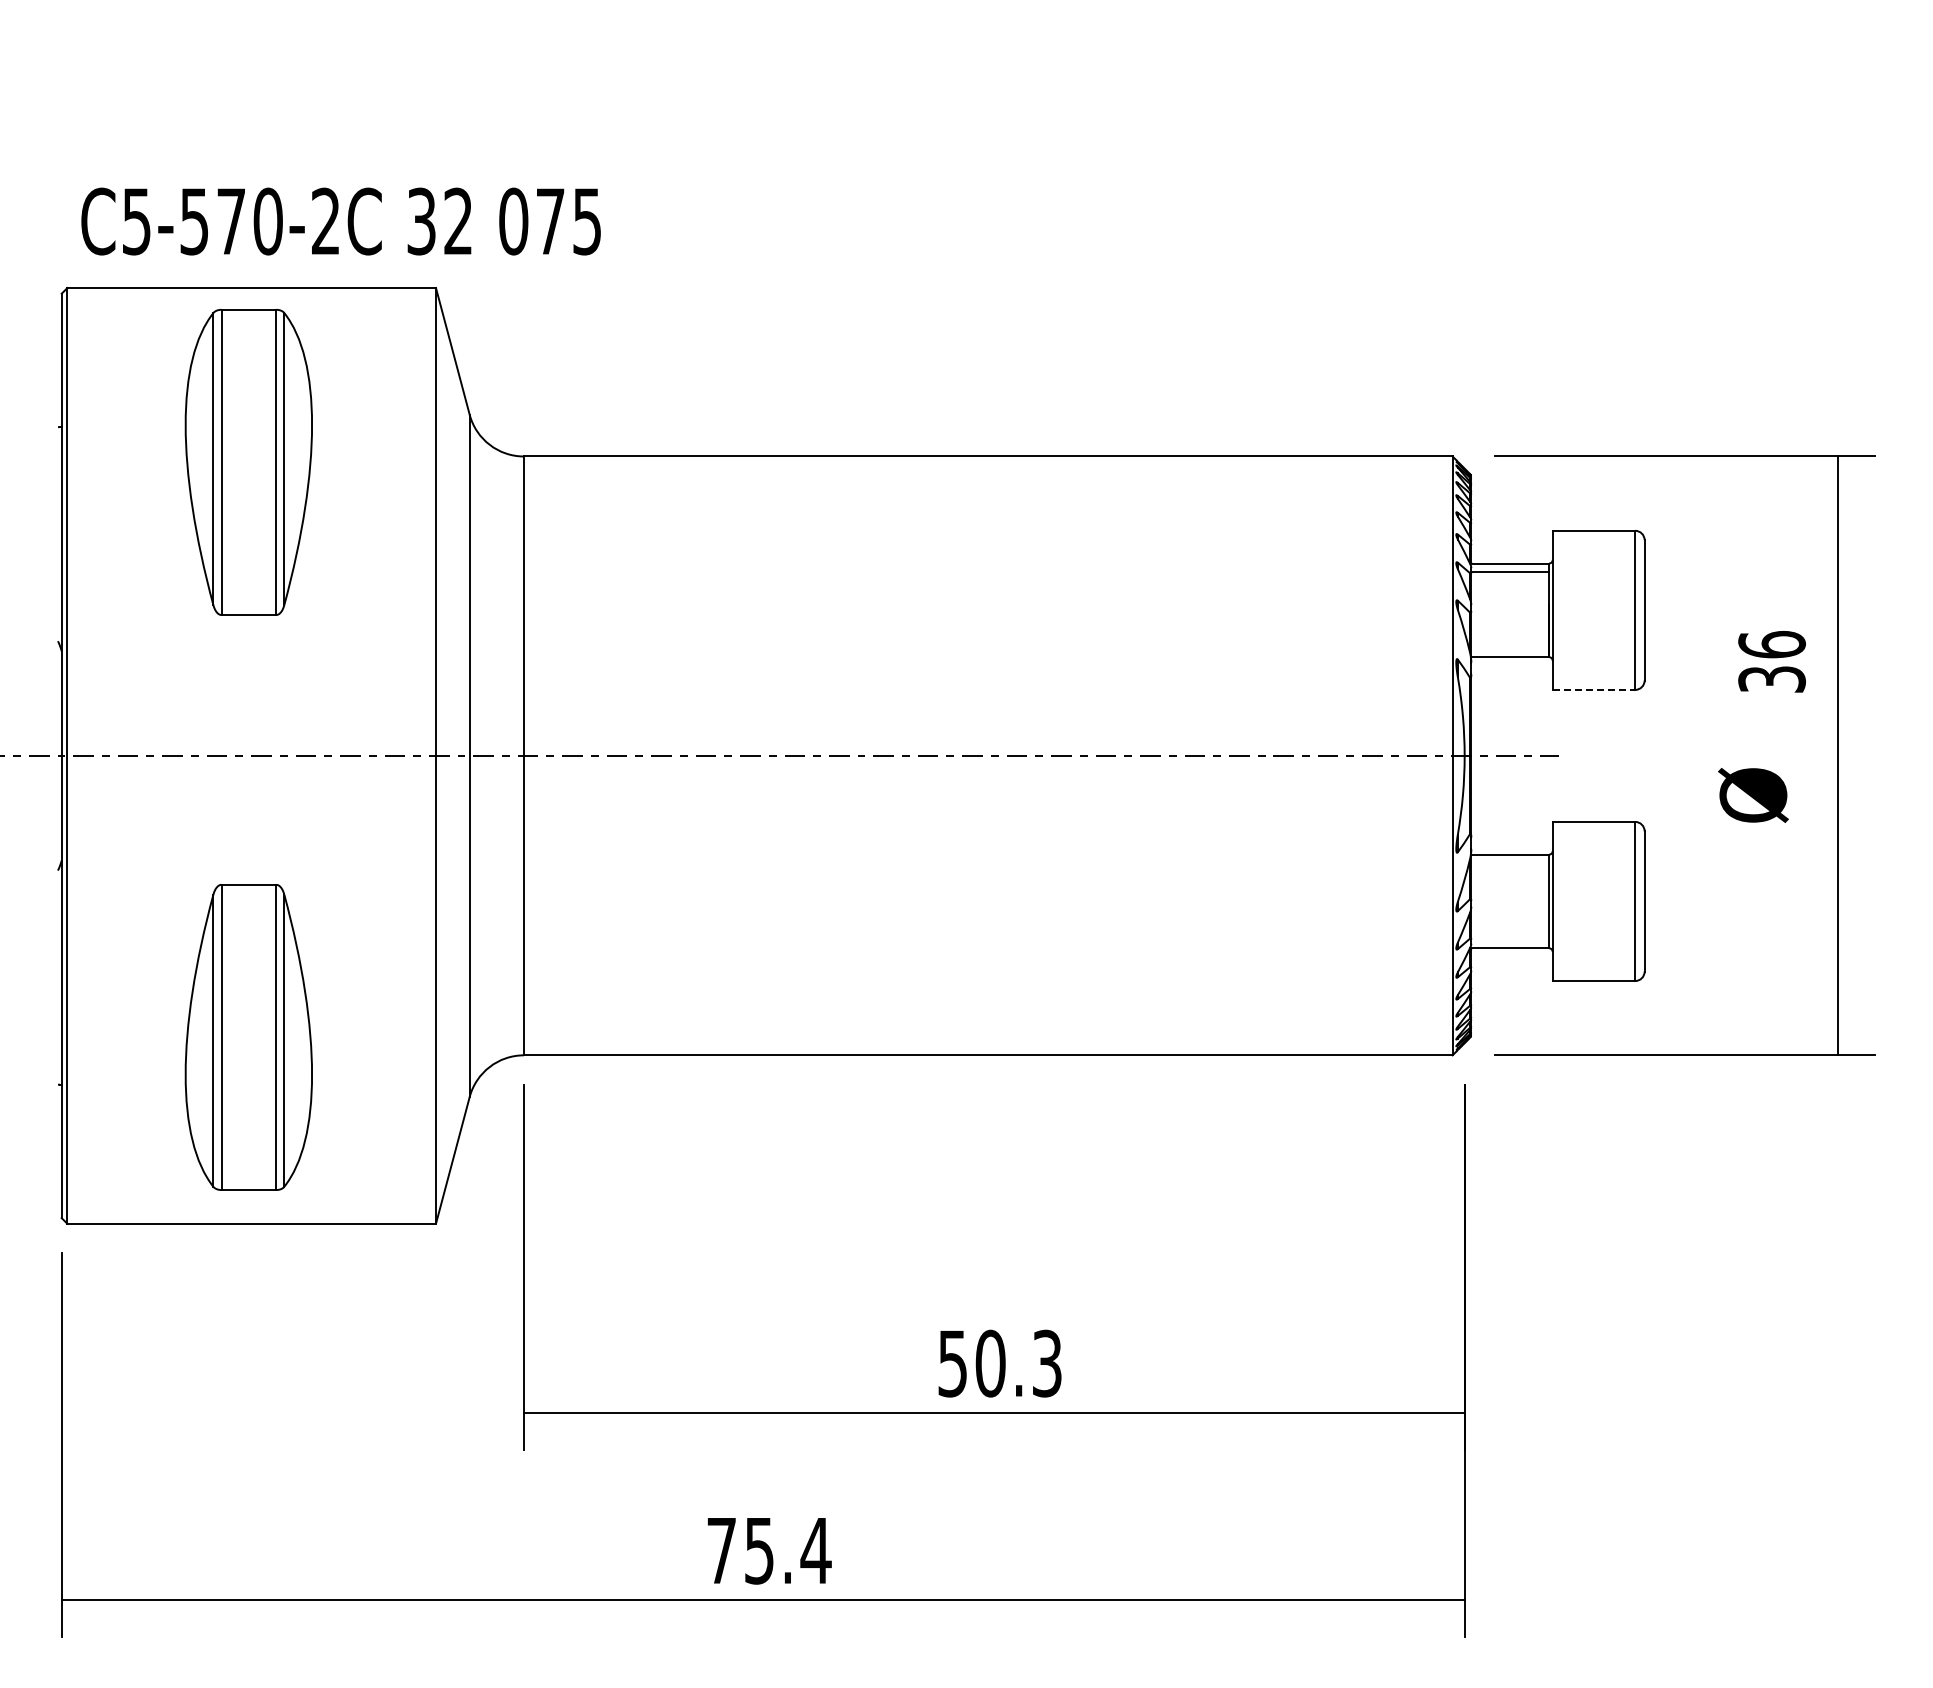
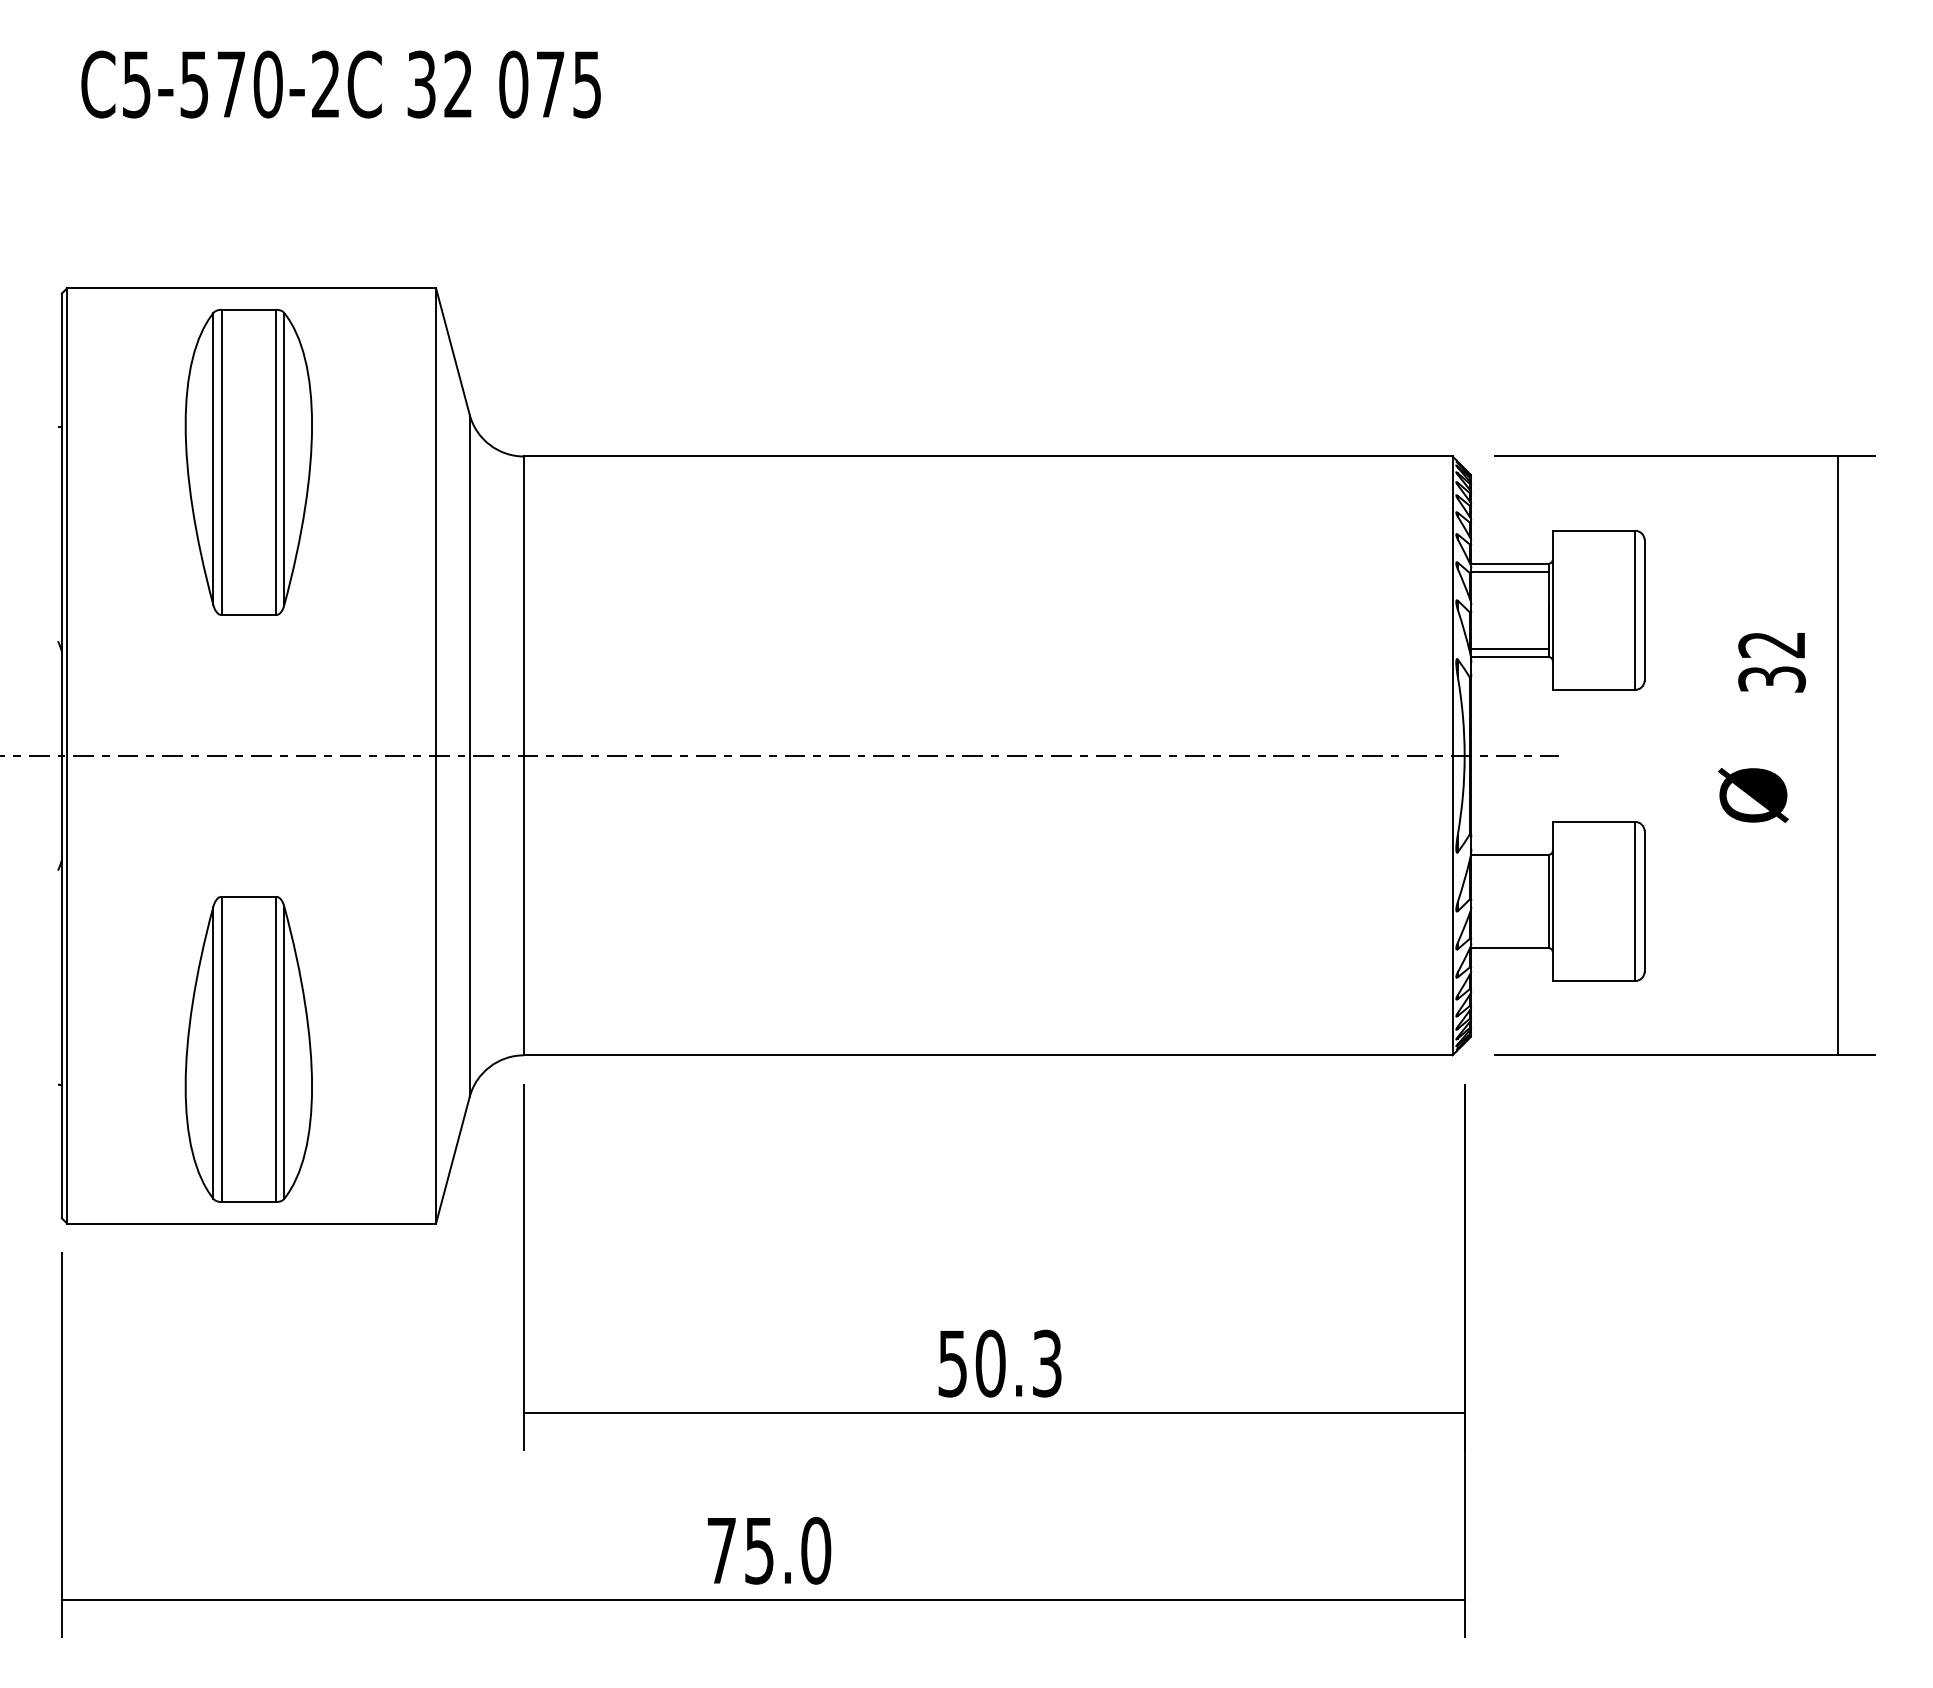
text at (340, 221) position: (340, 221) -> (340, 84)
text at (1771, 644): 36 -> 32
line at (1510, 648): none -> present
line at (1594, 689): dashed -> solid
part at (248, 1037) position: (248, 1037) -> (248, 1049)
text at (815, 1550): 75.4 -> 75.0
